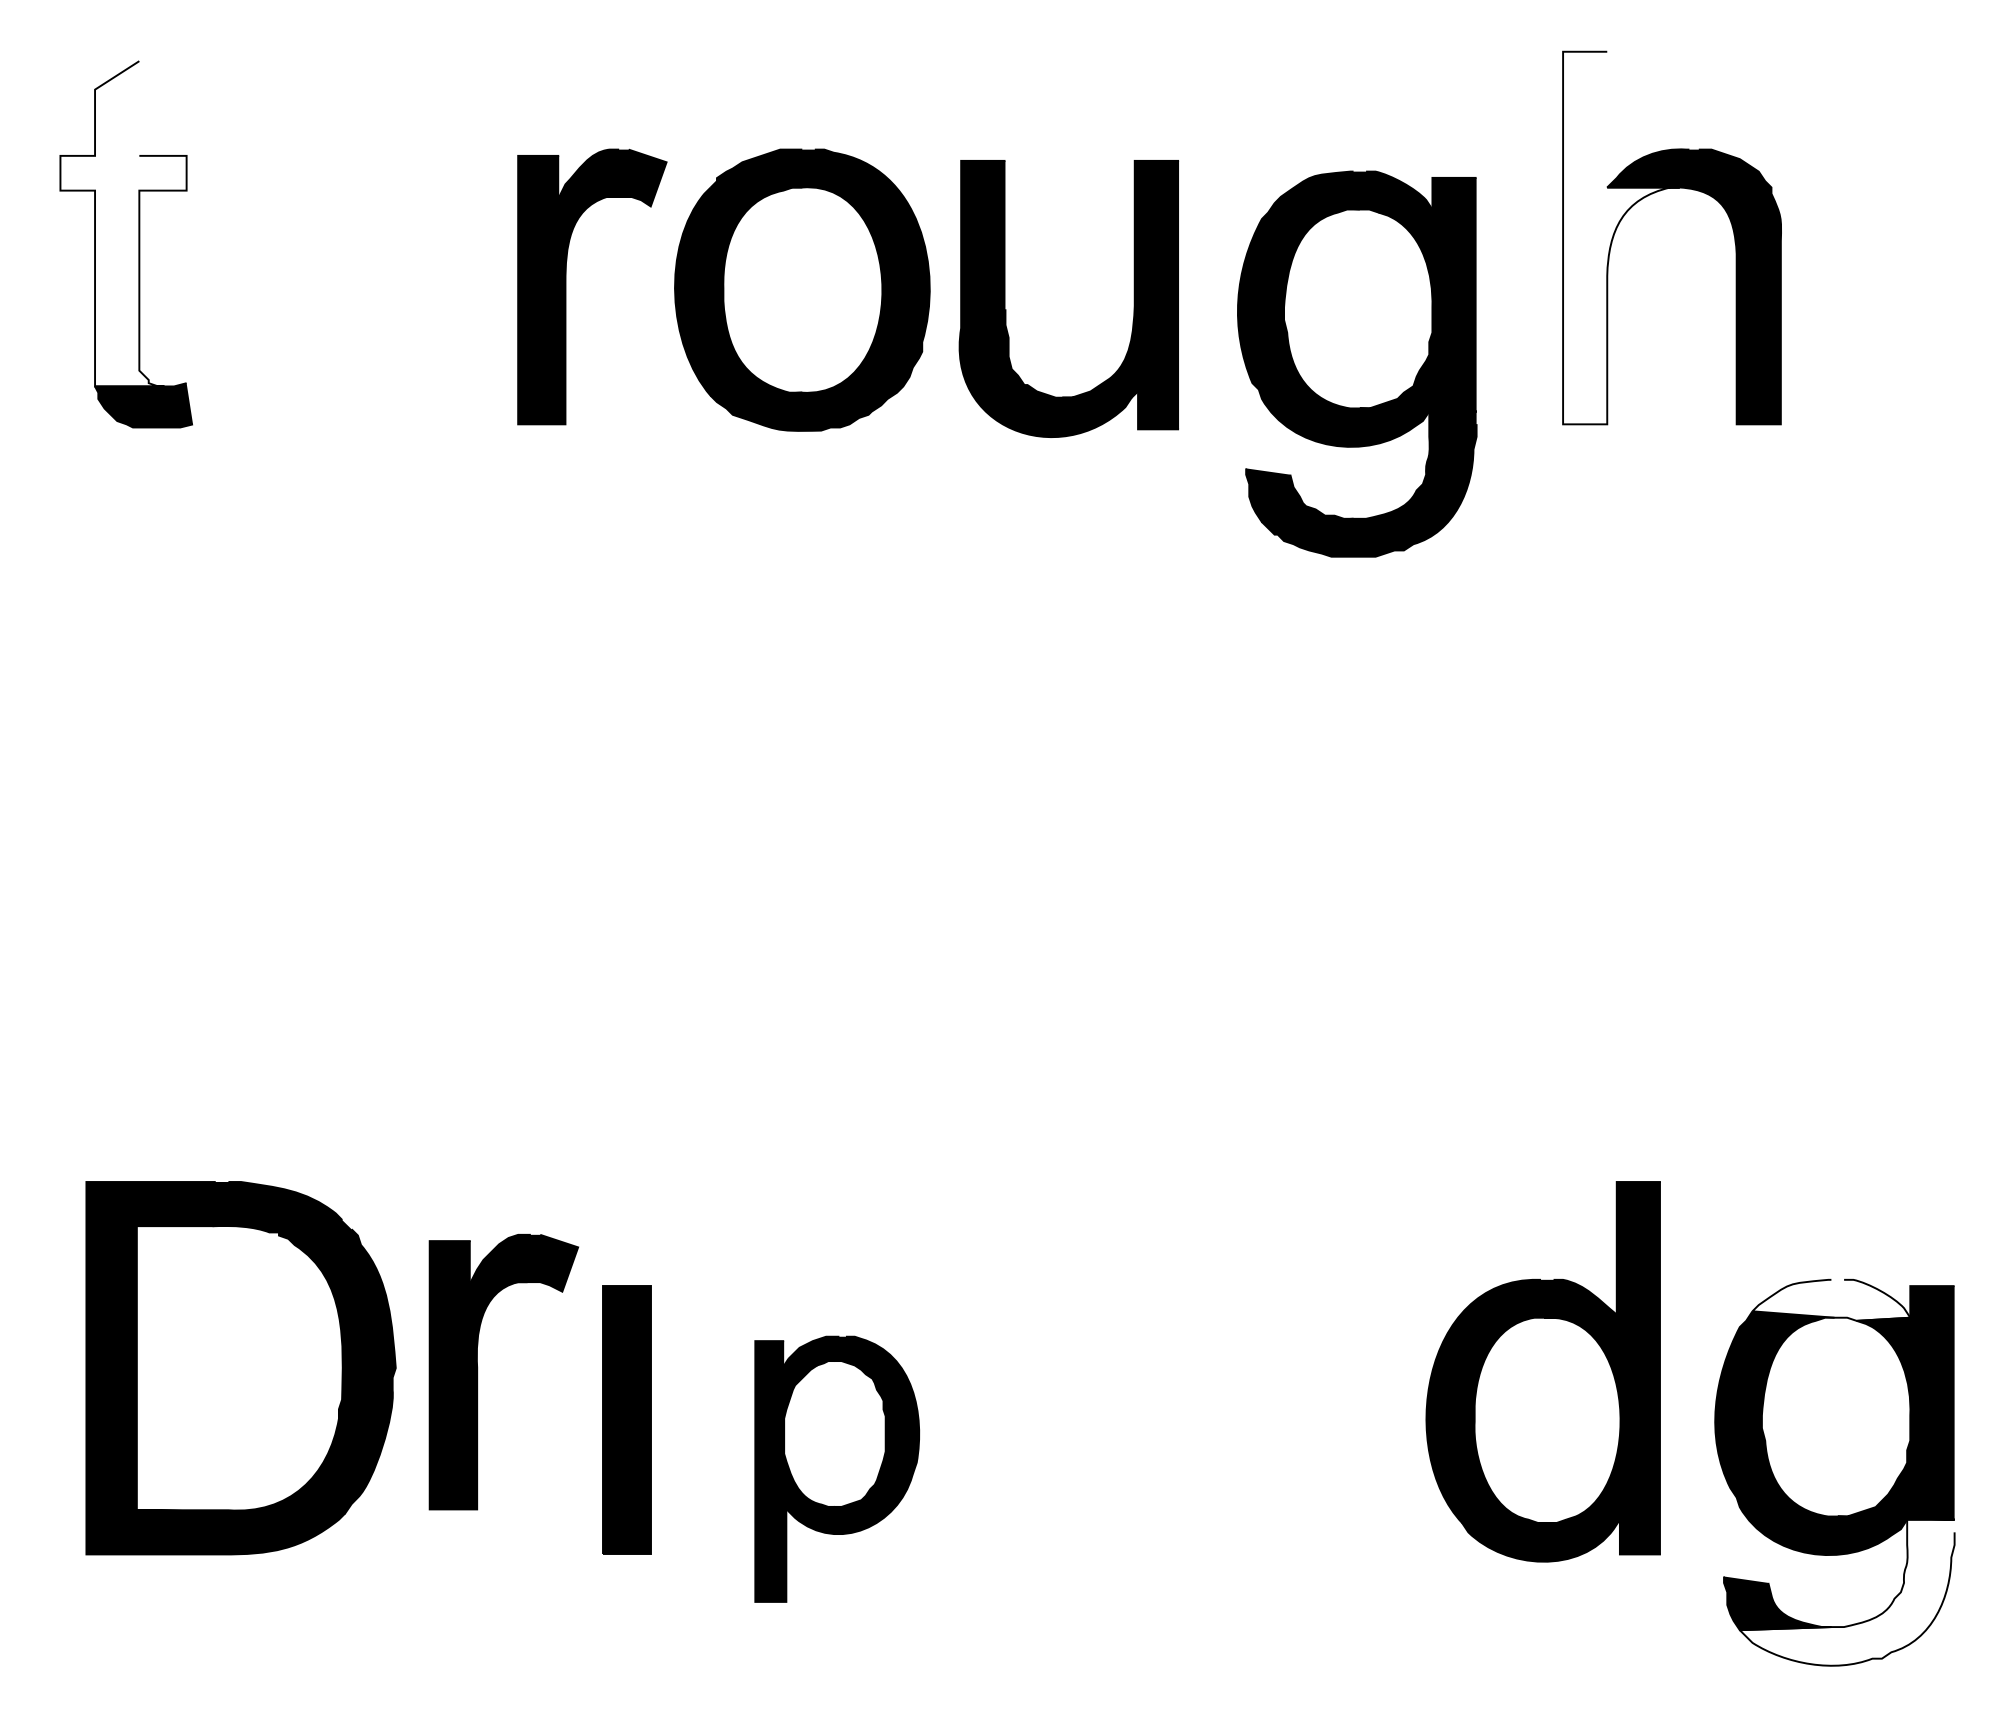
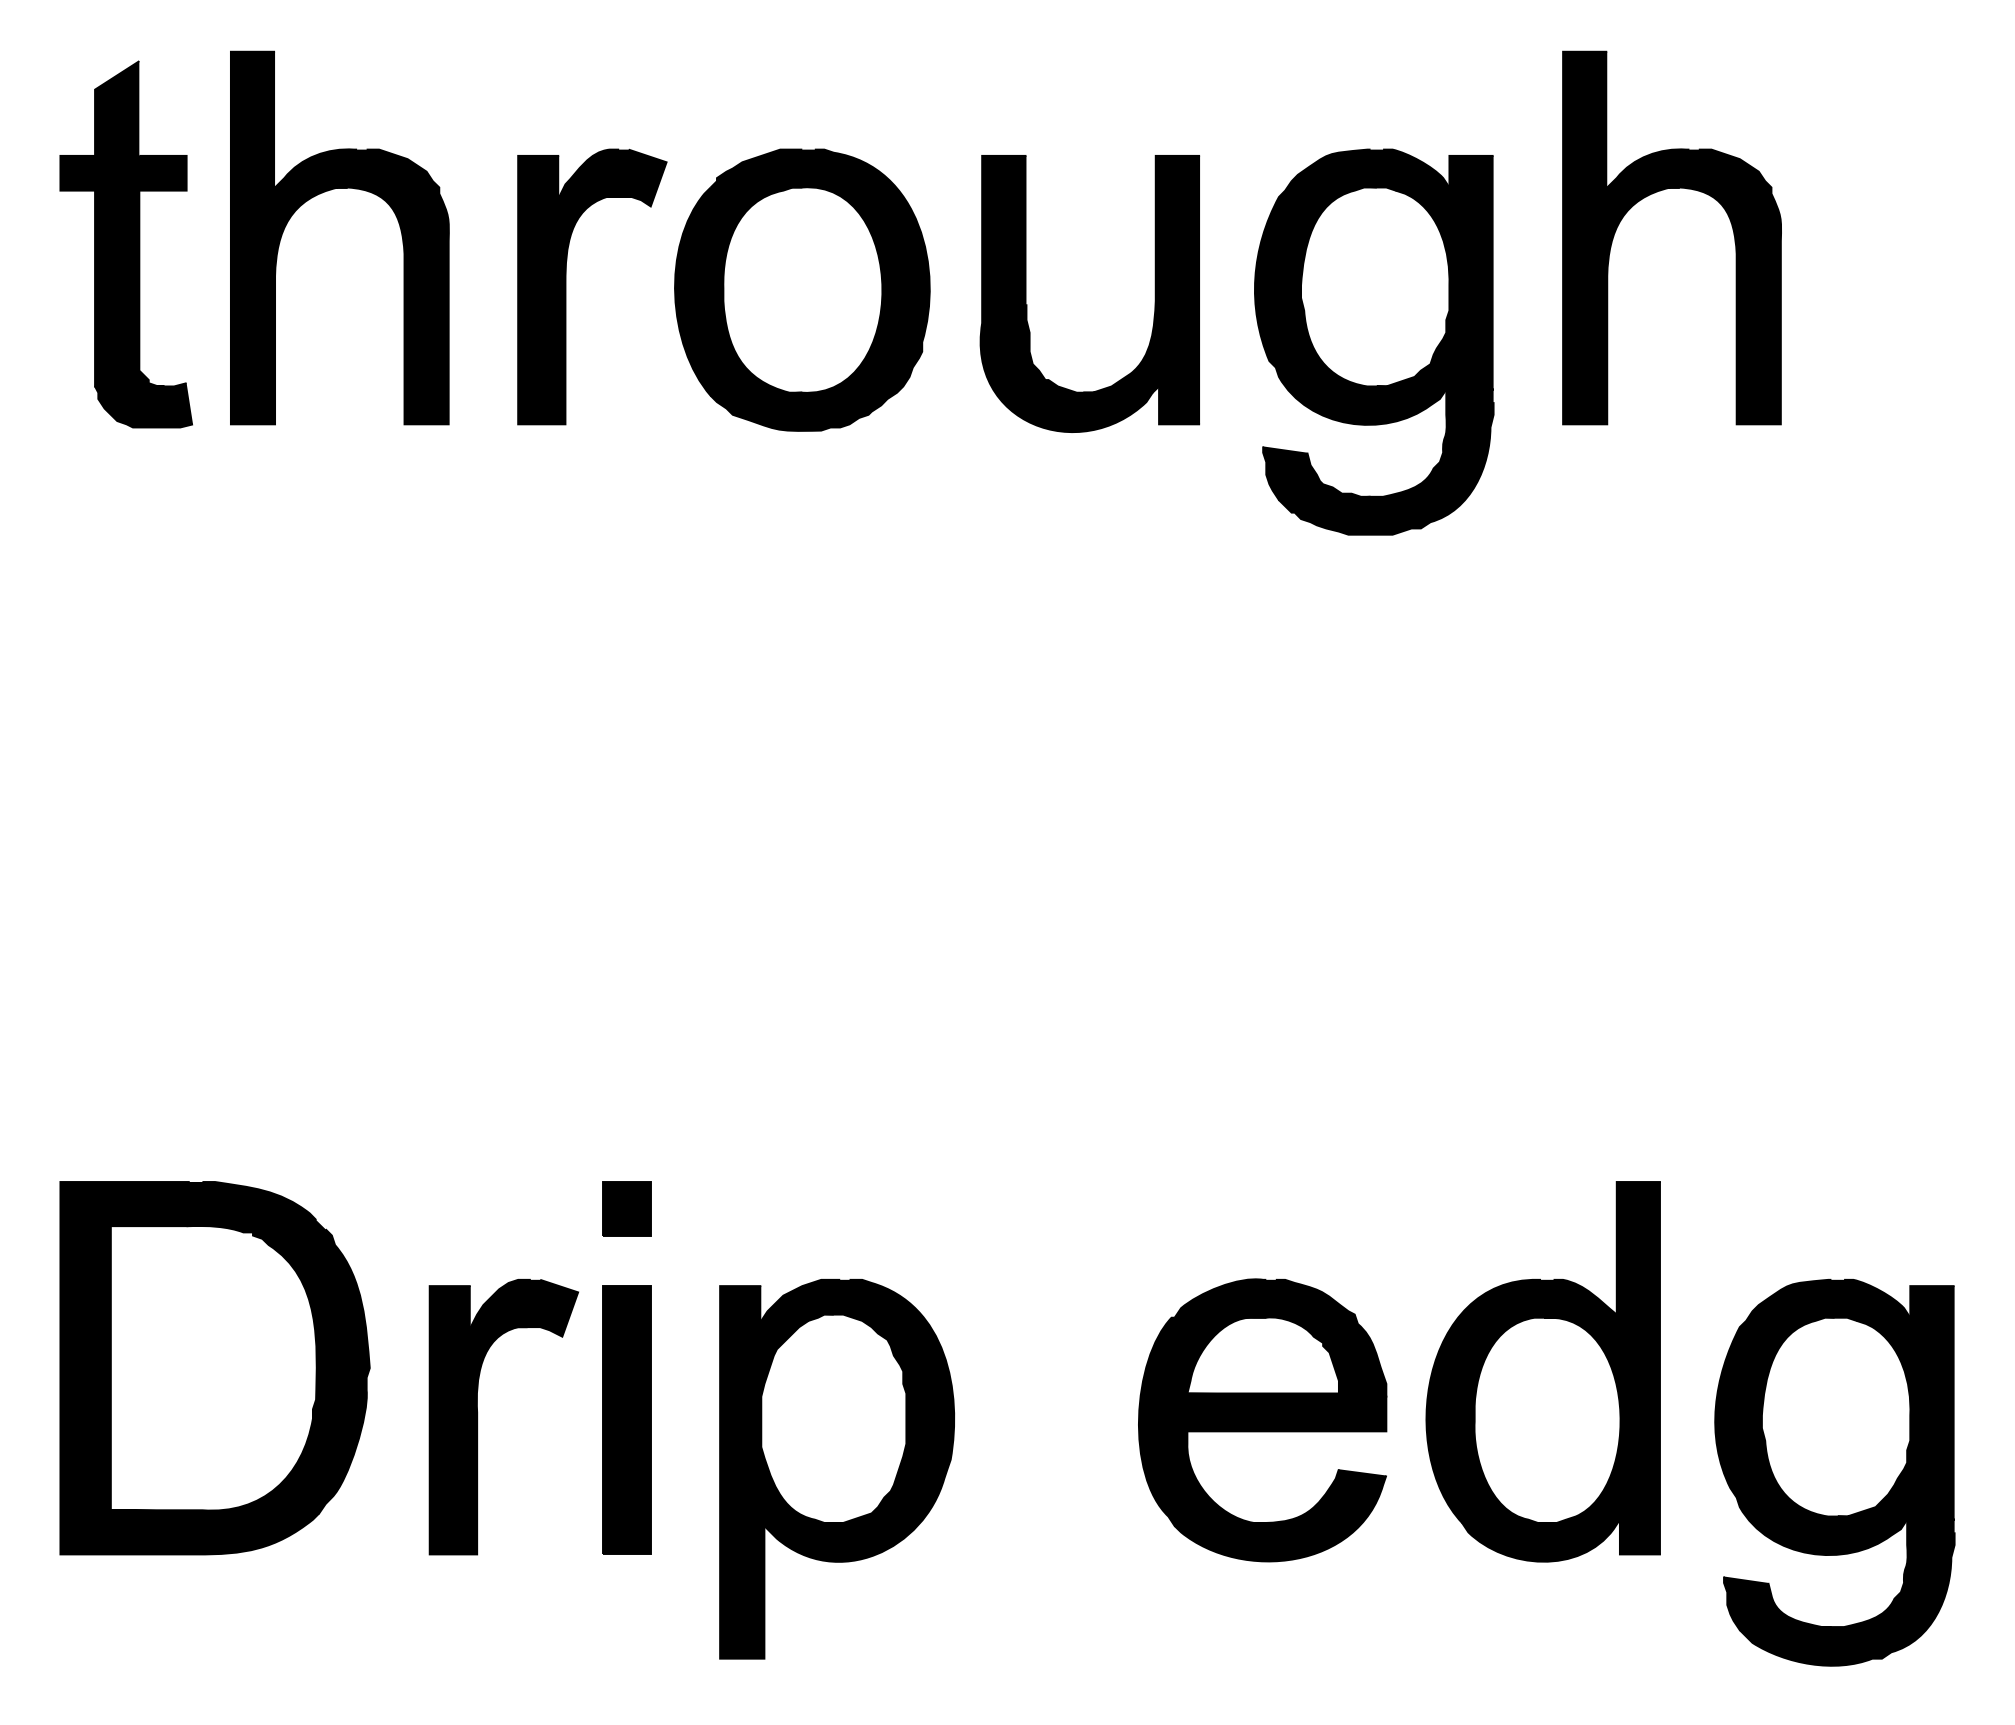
part at (320, 194): none -> present
fill at (123, 223): none -> present
fill at (1621, 237): none -> present
part at (1006, 309) position: (1006, 309) -> (1027, 304)
part at (1357, 363) position: (1357, 363) -> (1374, 341)
part at (626, 1208): none -> present
fill at (1831, 1299): none -> present
part at (240, 1368) position: (240, 1368) -> (214, 1368)
part at (478, 1372) position: (478, 1372) -> (478, 1417)
part at (1262, 1420): none -> present
part at (837, 1468) size: 167x268 px -> 237x381 px
fill at (1846, 1592): none -> present
